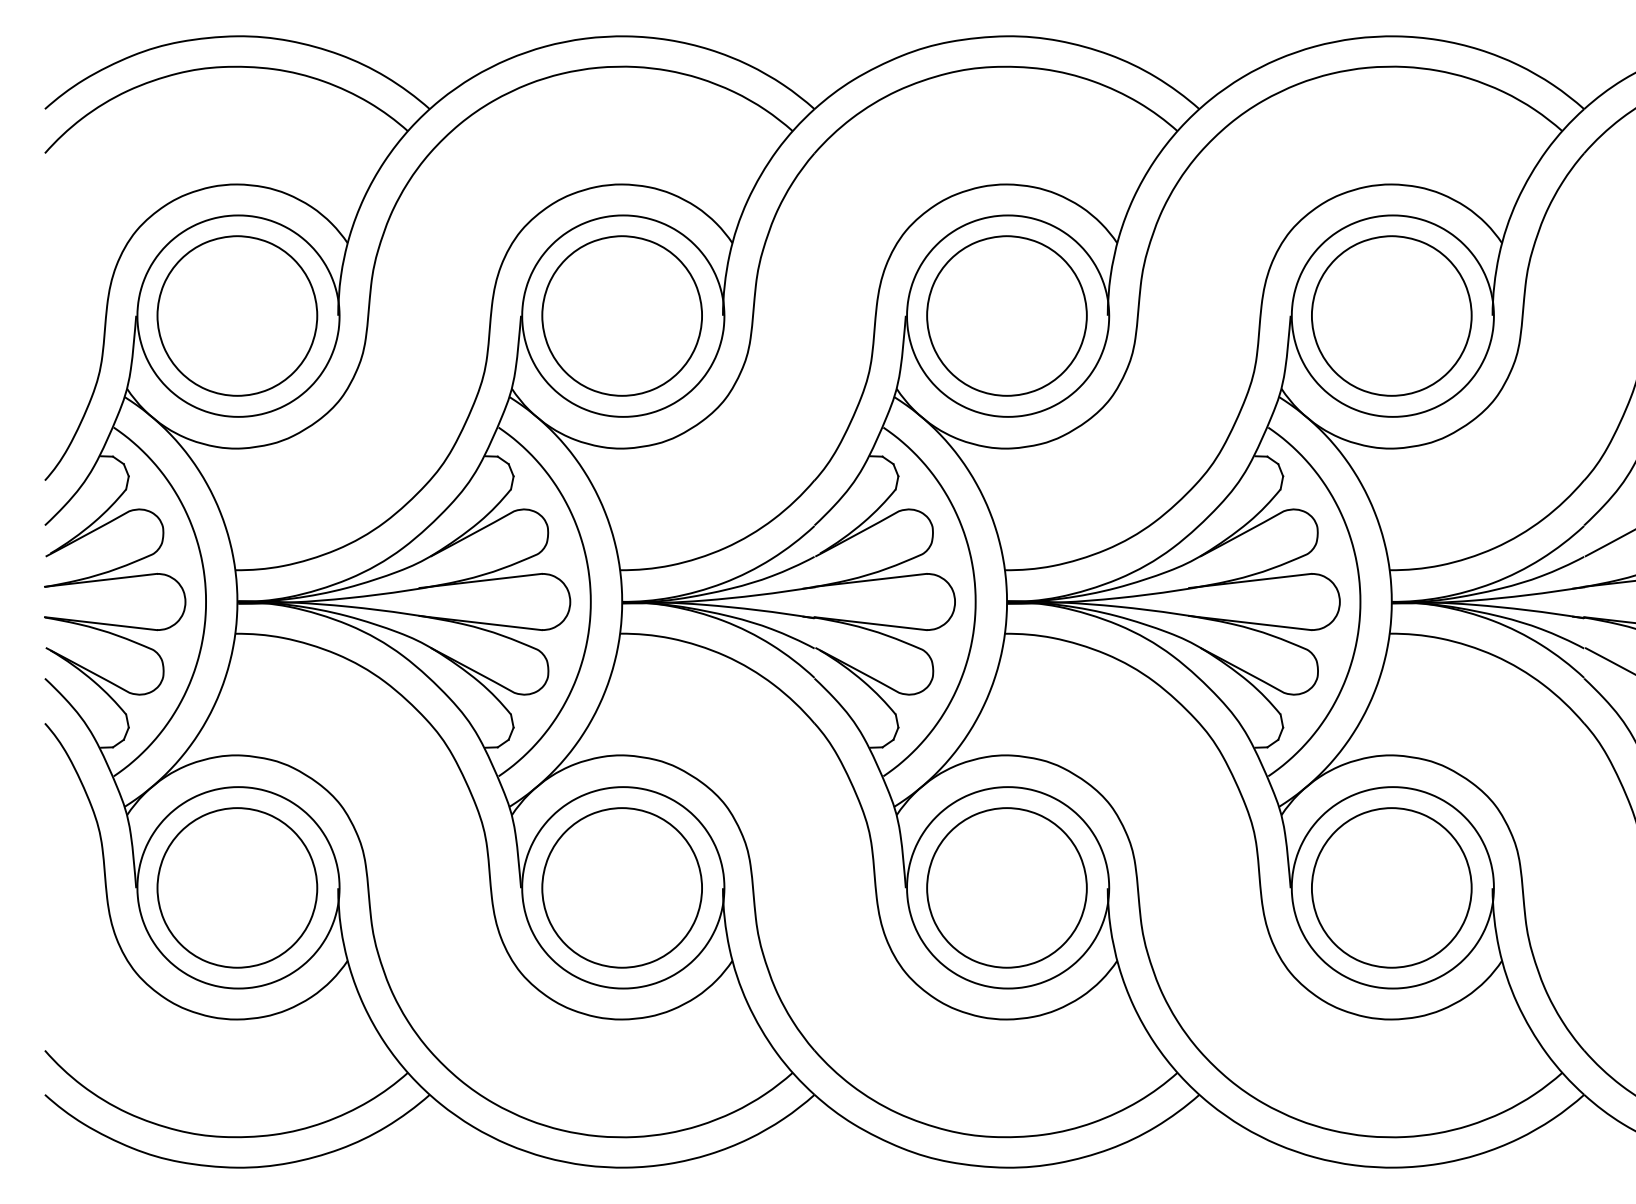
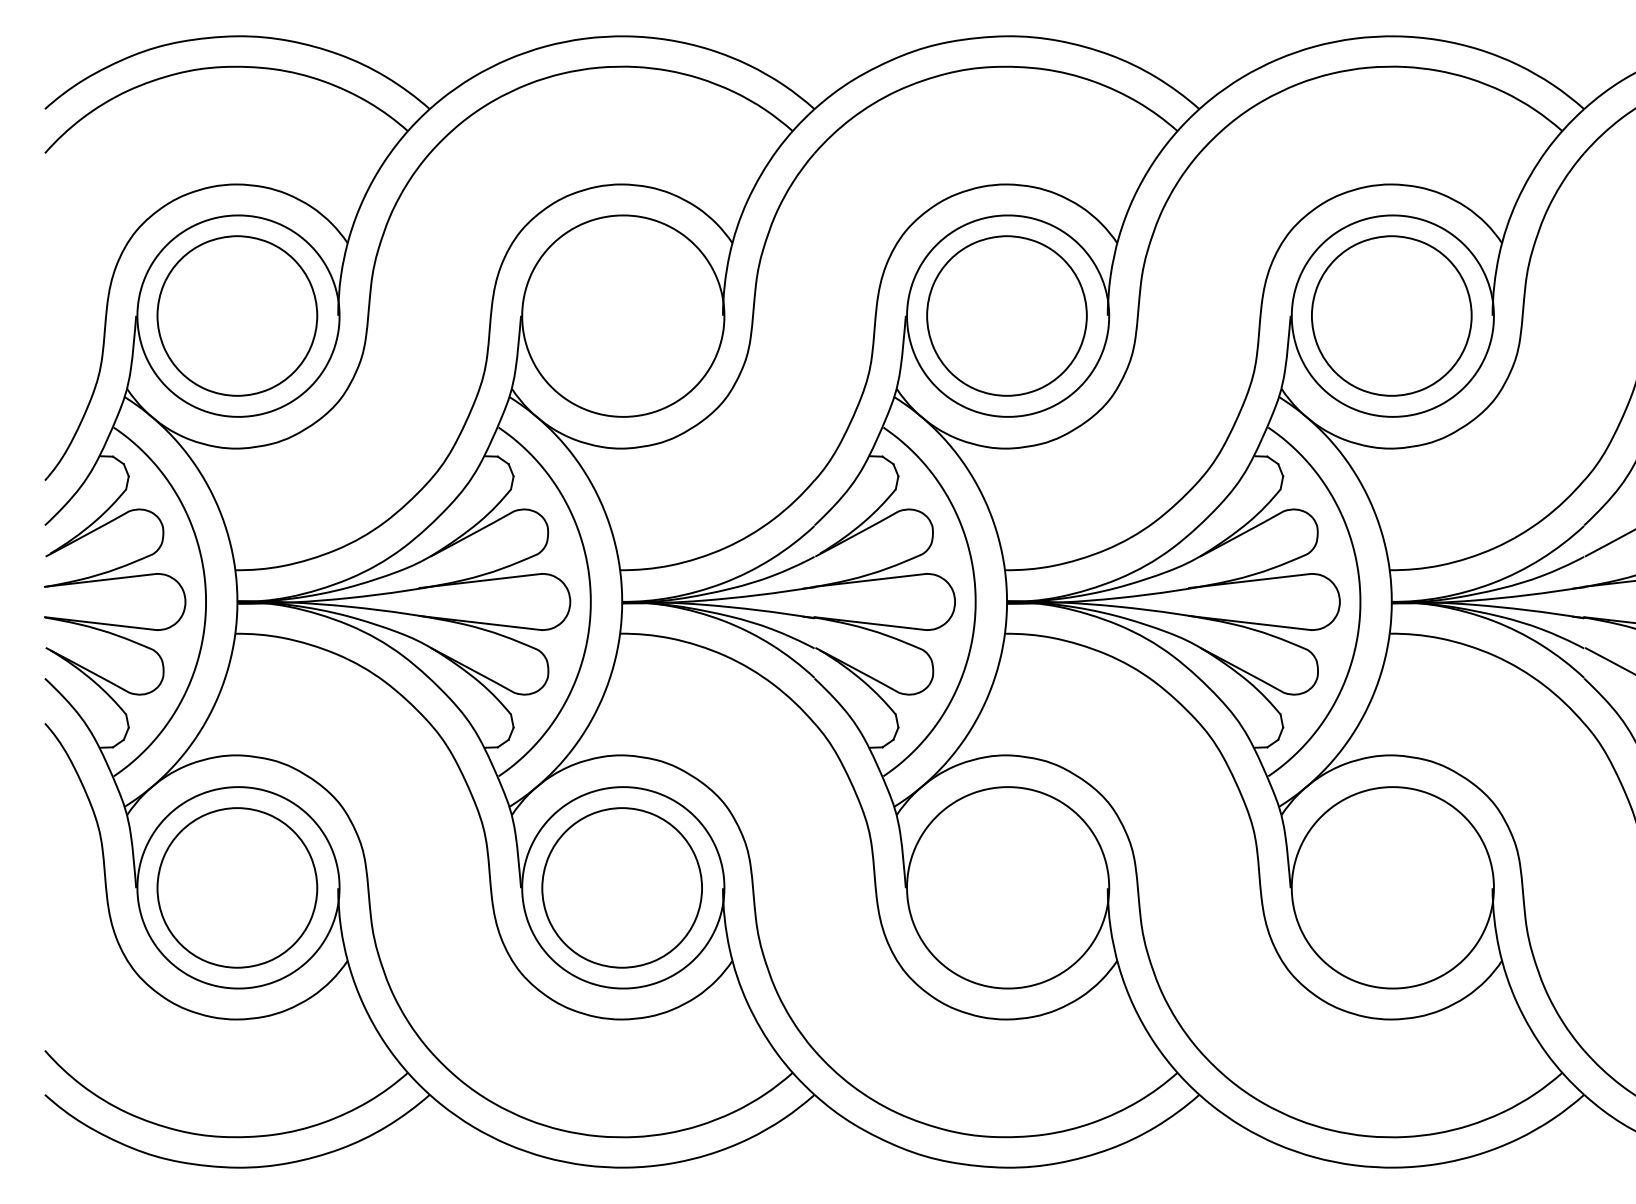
part at (621, 315): present -> none
part at (1006, 887): present -> none
part at (1391, 887): present -> none
